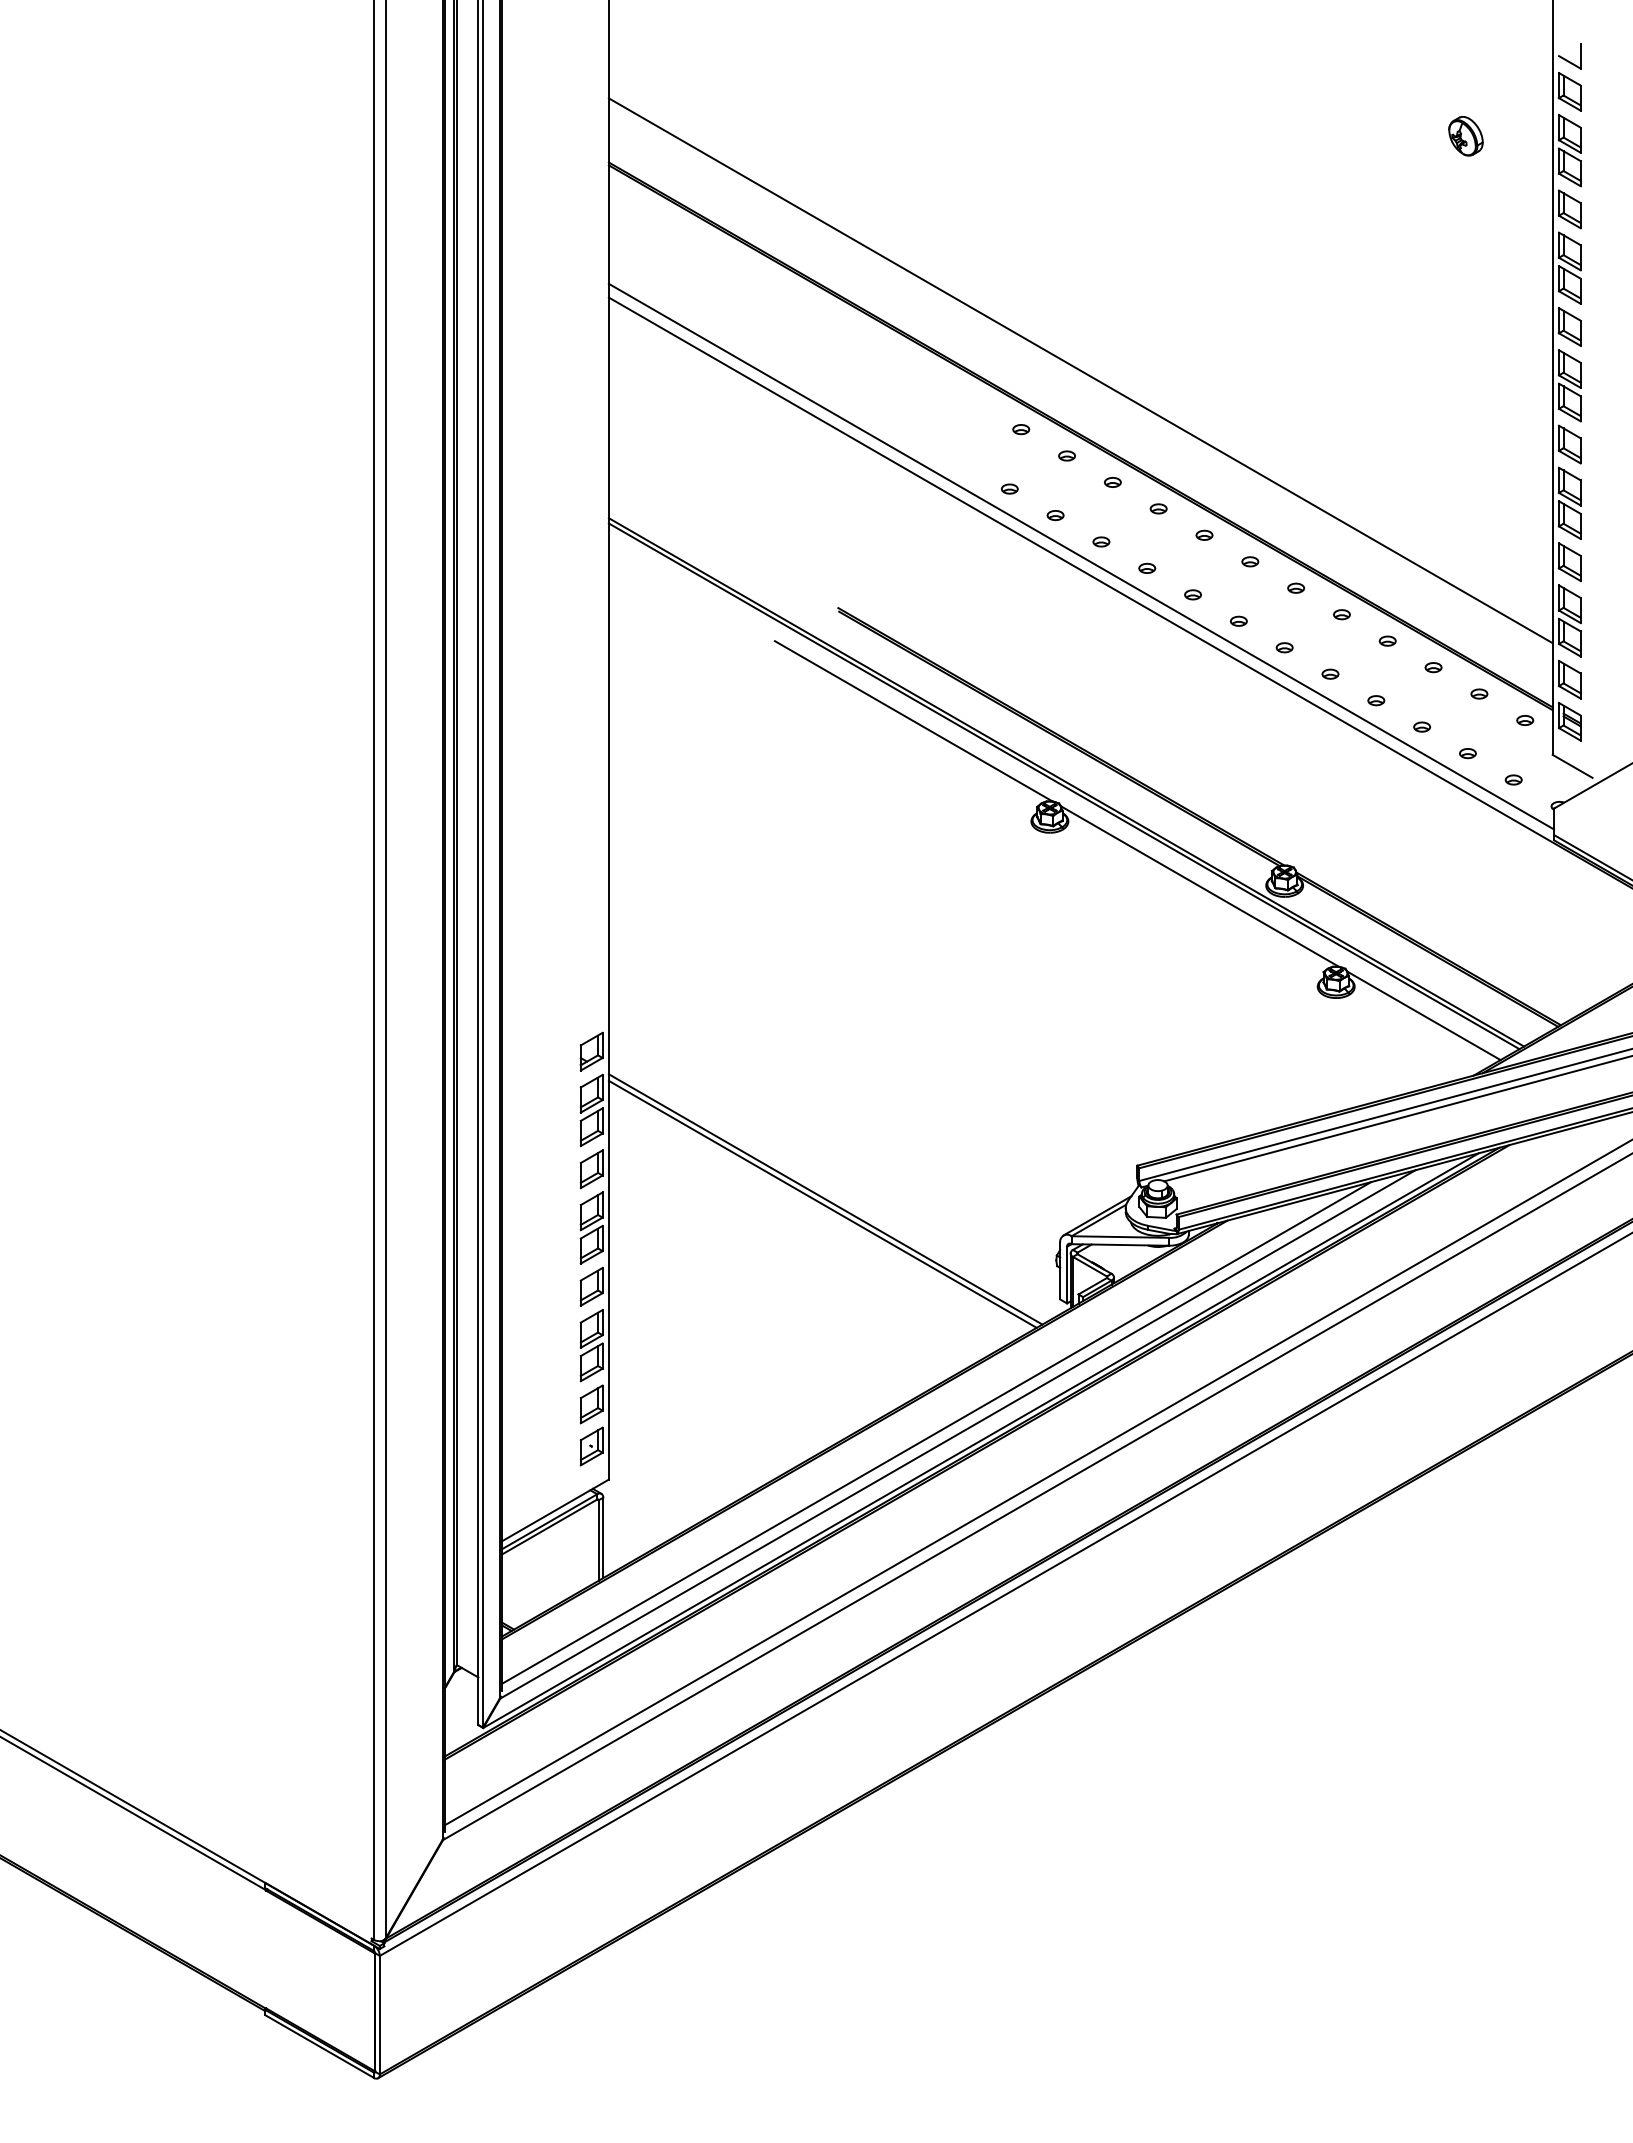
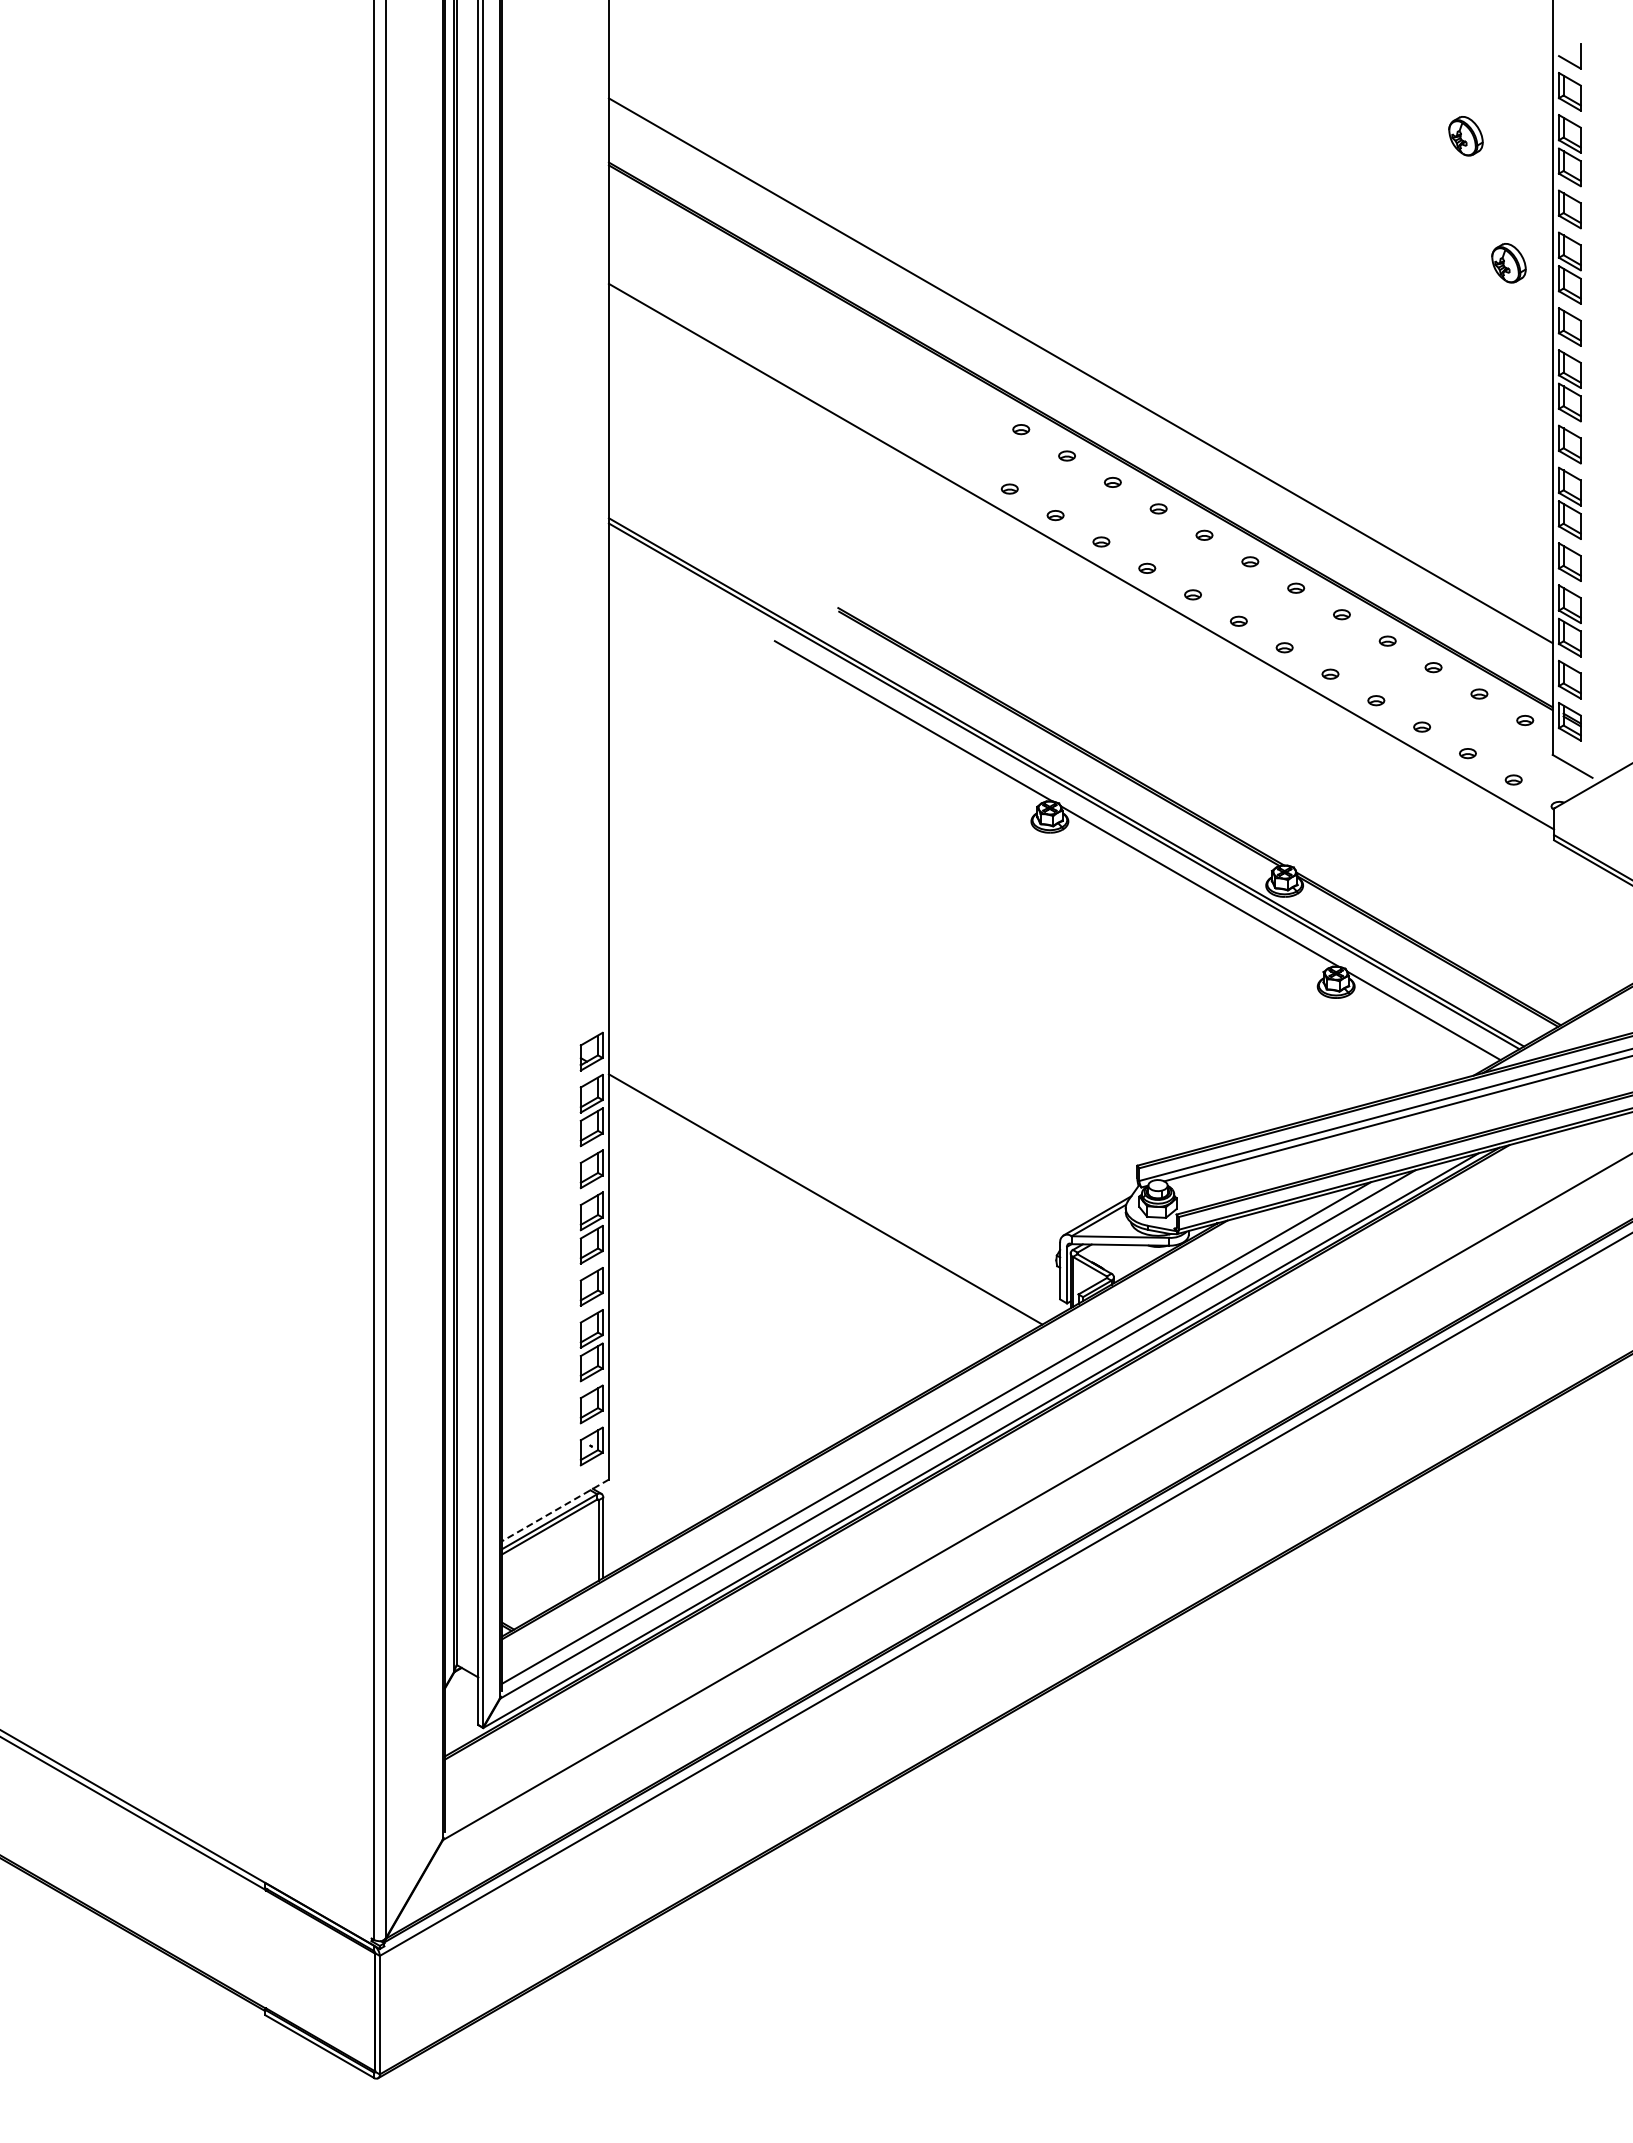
part at (1508, 263): none -> present
line at (1118, 592): present -> none
line at (822, 1203): present -> none
line at (1037, 1483): present -> none
line at (555, 1510): solid -> dashed
